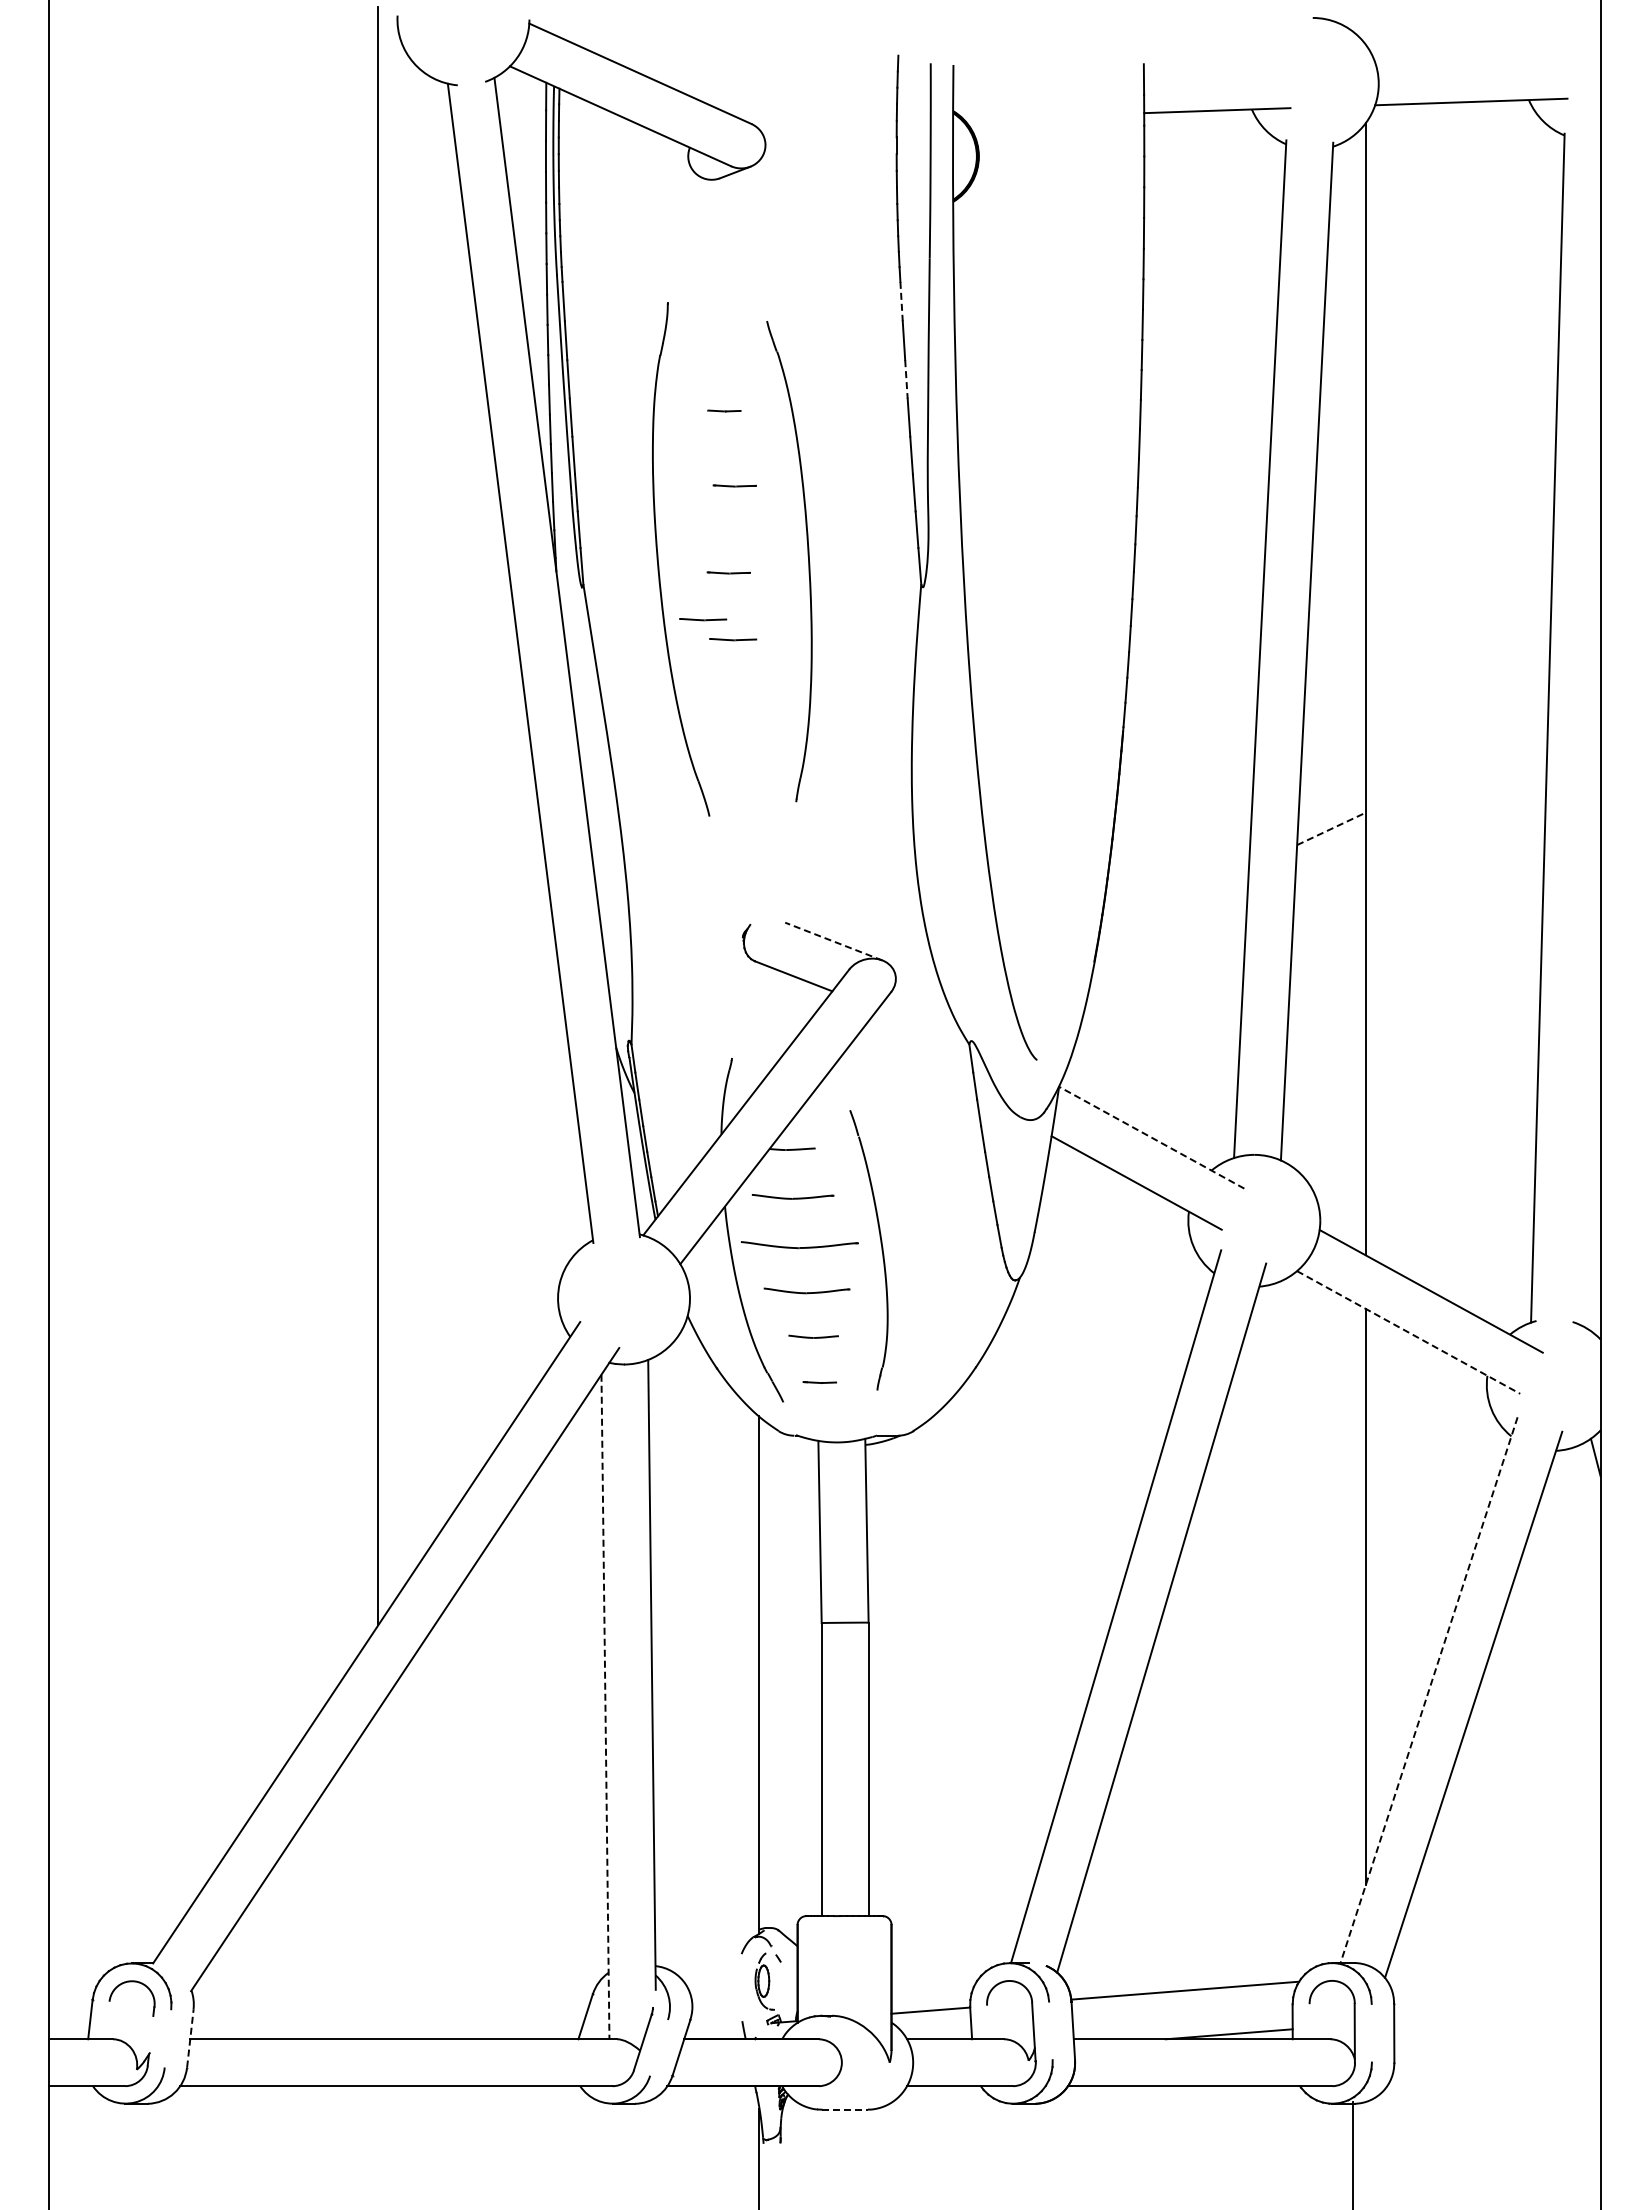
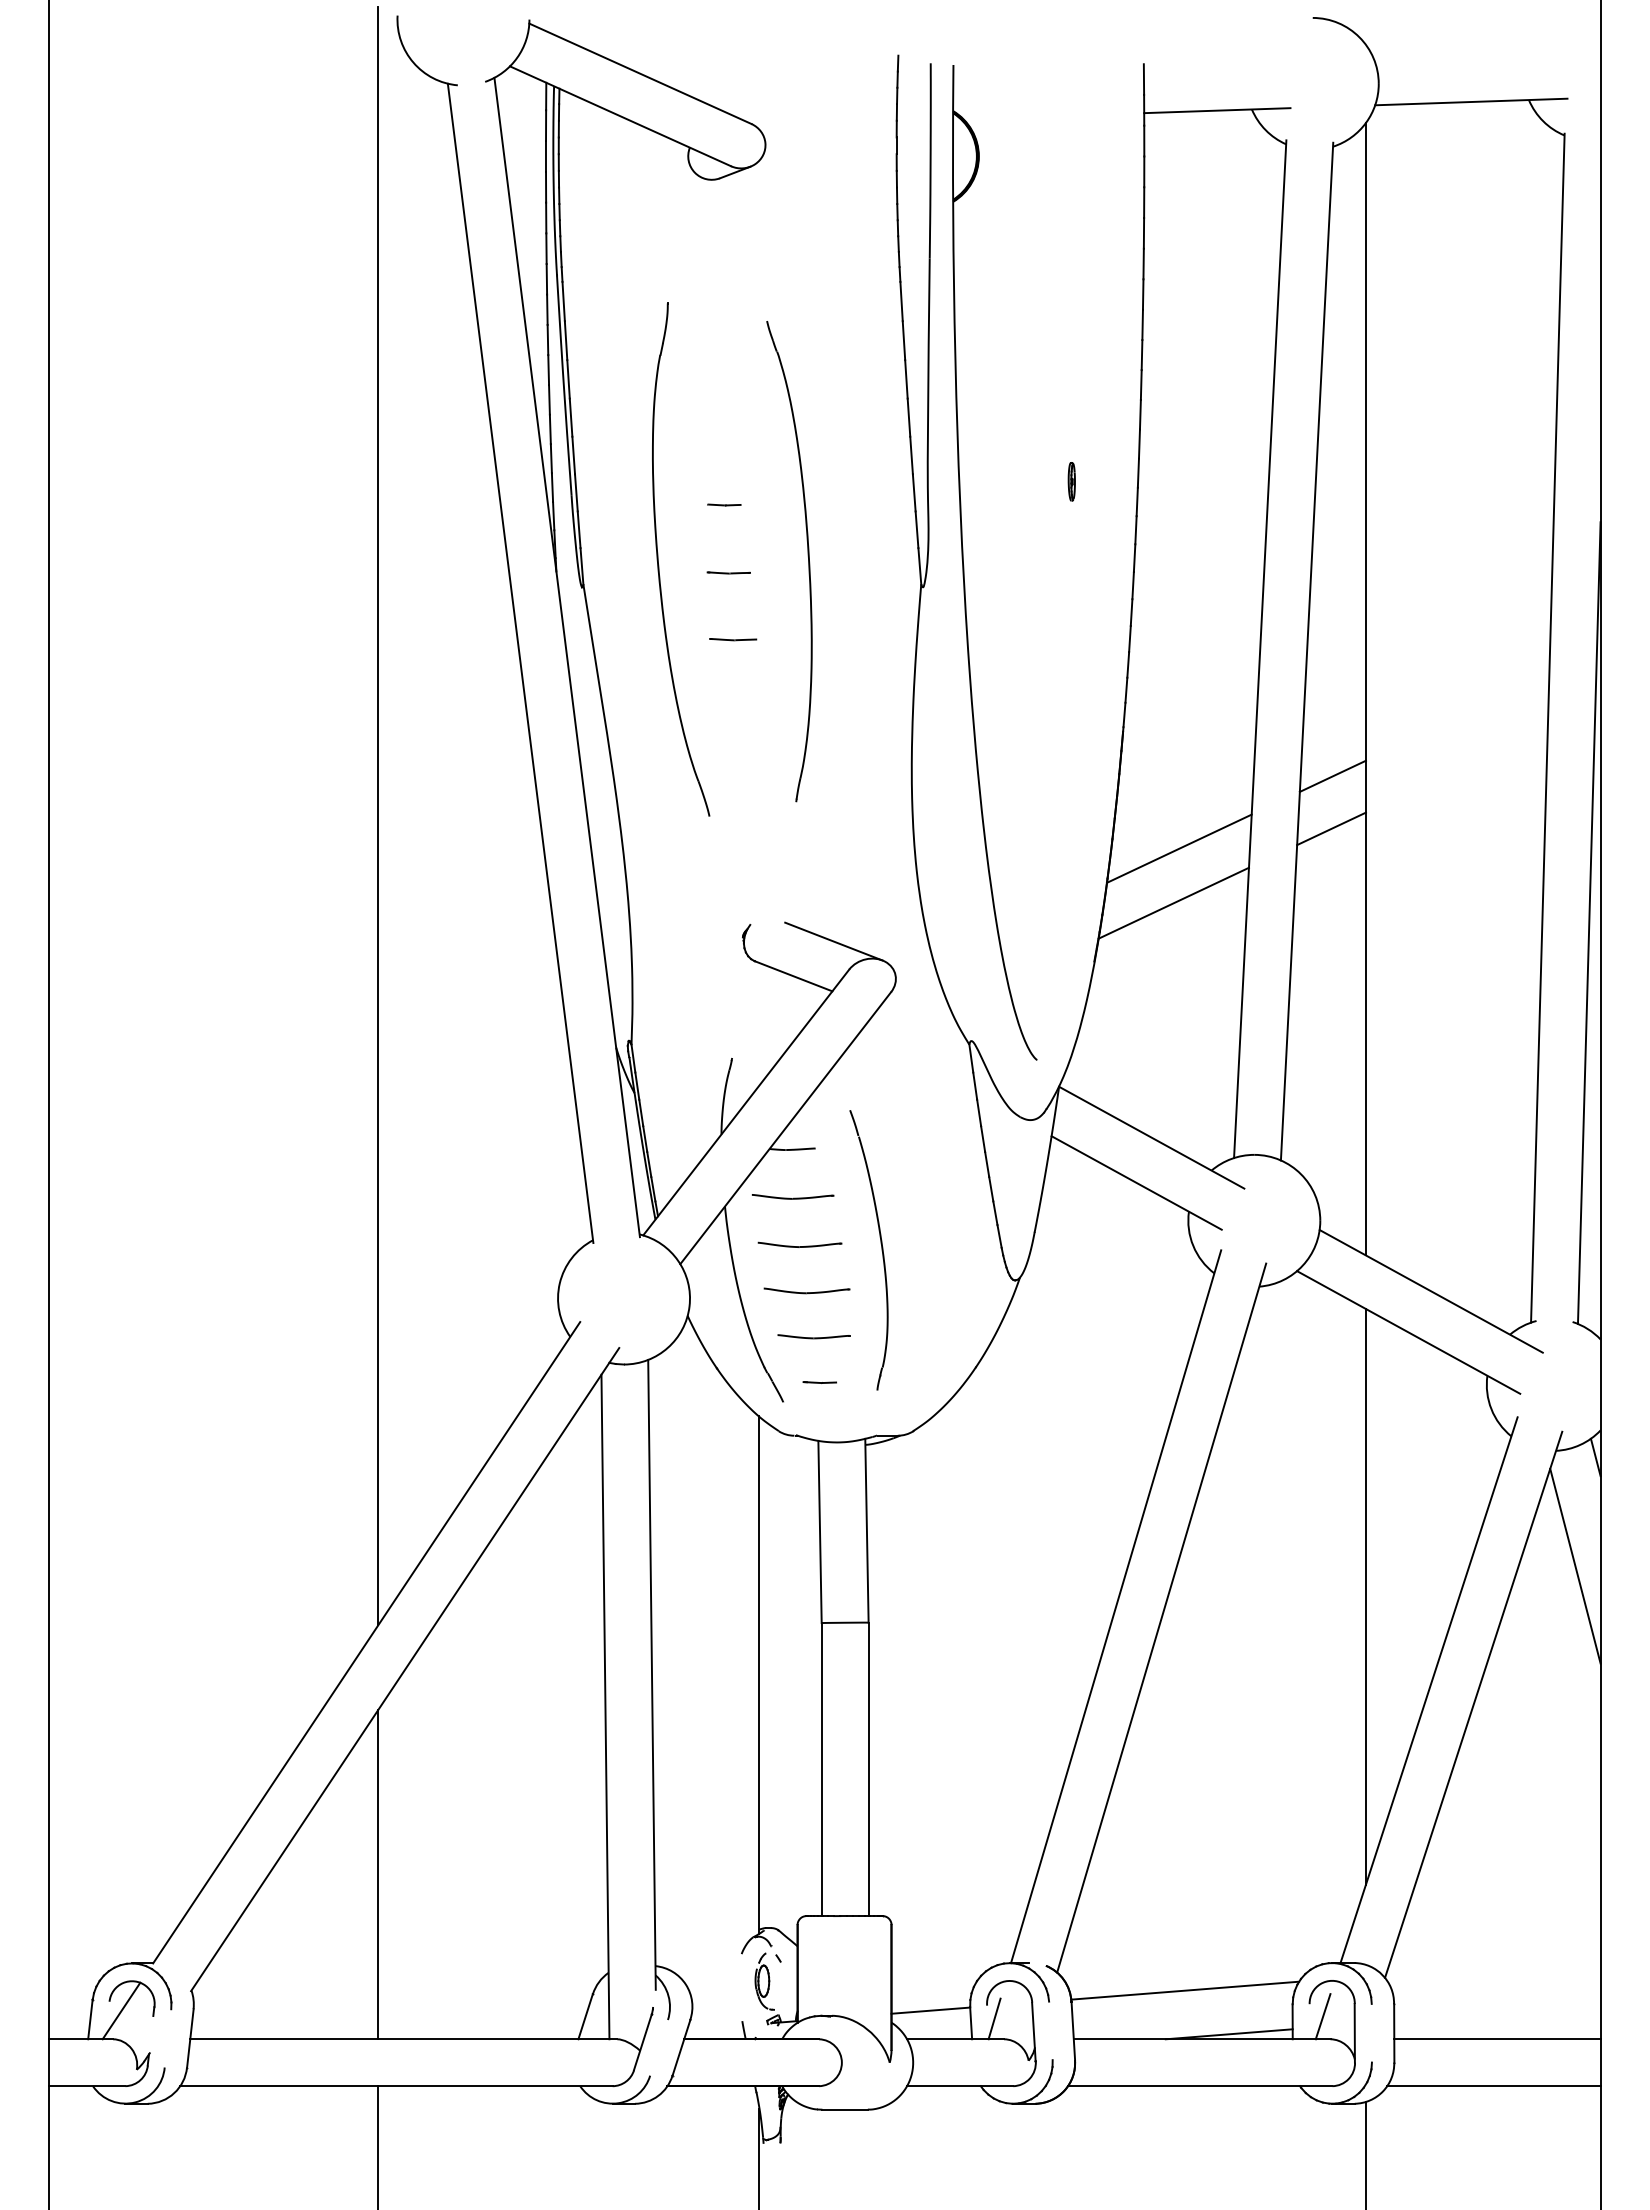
line at (901, 301): dashed -> solid
line at (906, 379): dashed -> solid
line at (724, 410) position: (724, 410) -> (724, 504)
part at (1071, 481): none -> present
part at (734, 485): present -> none
line at (703, 619): present -> none
line at (1332, 775): none -> present
line at (1332, 828): dashed -> solid
line at (1179, 848): none -> present
line at (1173, 902): none -> present
line at (1588, 922): none -> present
line at (833, 941): dashed -> solid
line at (1151, 1137): dashed -> solid
part at (799, 1245) size: 118x9 px -> 86x7 px
line at (1409, 1332): dashed -> solid
part at (813, 1336) size: 51x5 px -> 74x6 px
line at (1575, 1565): none -> present
line at (1429, 1690): dashed -> solid
line at (605, 1707): dashed -> solid
line at (378, 1874): none -> present
line at (121, 2010): none -> present
line at (1322, 2016): none -> present
line at (994, 2018): none -> present
line at (190, 2037): dashed -> solid
line at (1497, 2039): none -> present
line at (1493, 2086): none -> present
line at (845, 2109): dashed -> solid
line at (378, 2146): none -> present
line at (1352, 2154) position: (1352, 2154) -> (1365, 2154)
